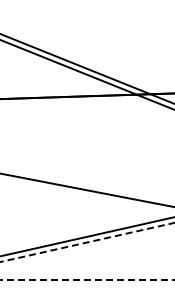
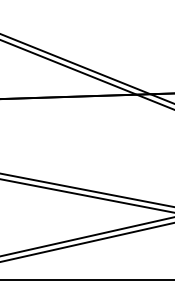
line at (86, 195): none -> present
line at (87, 242): dashed -> solid
line at (87, 279): dashed -> solid
